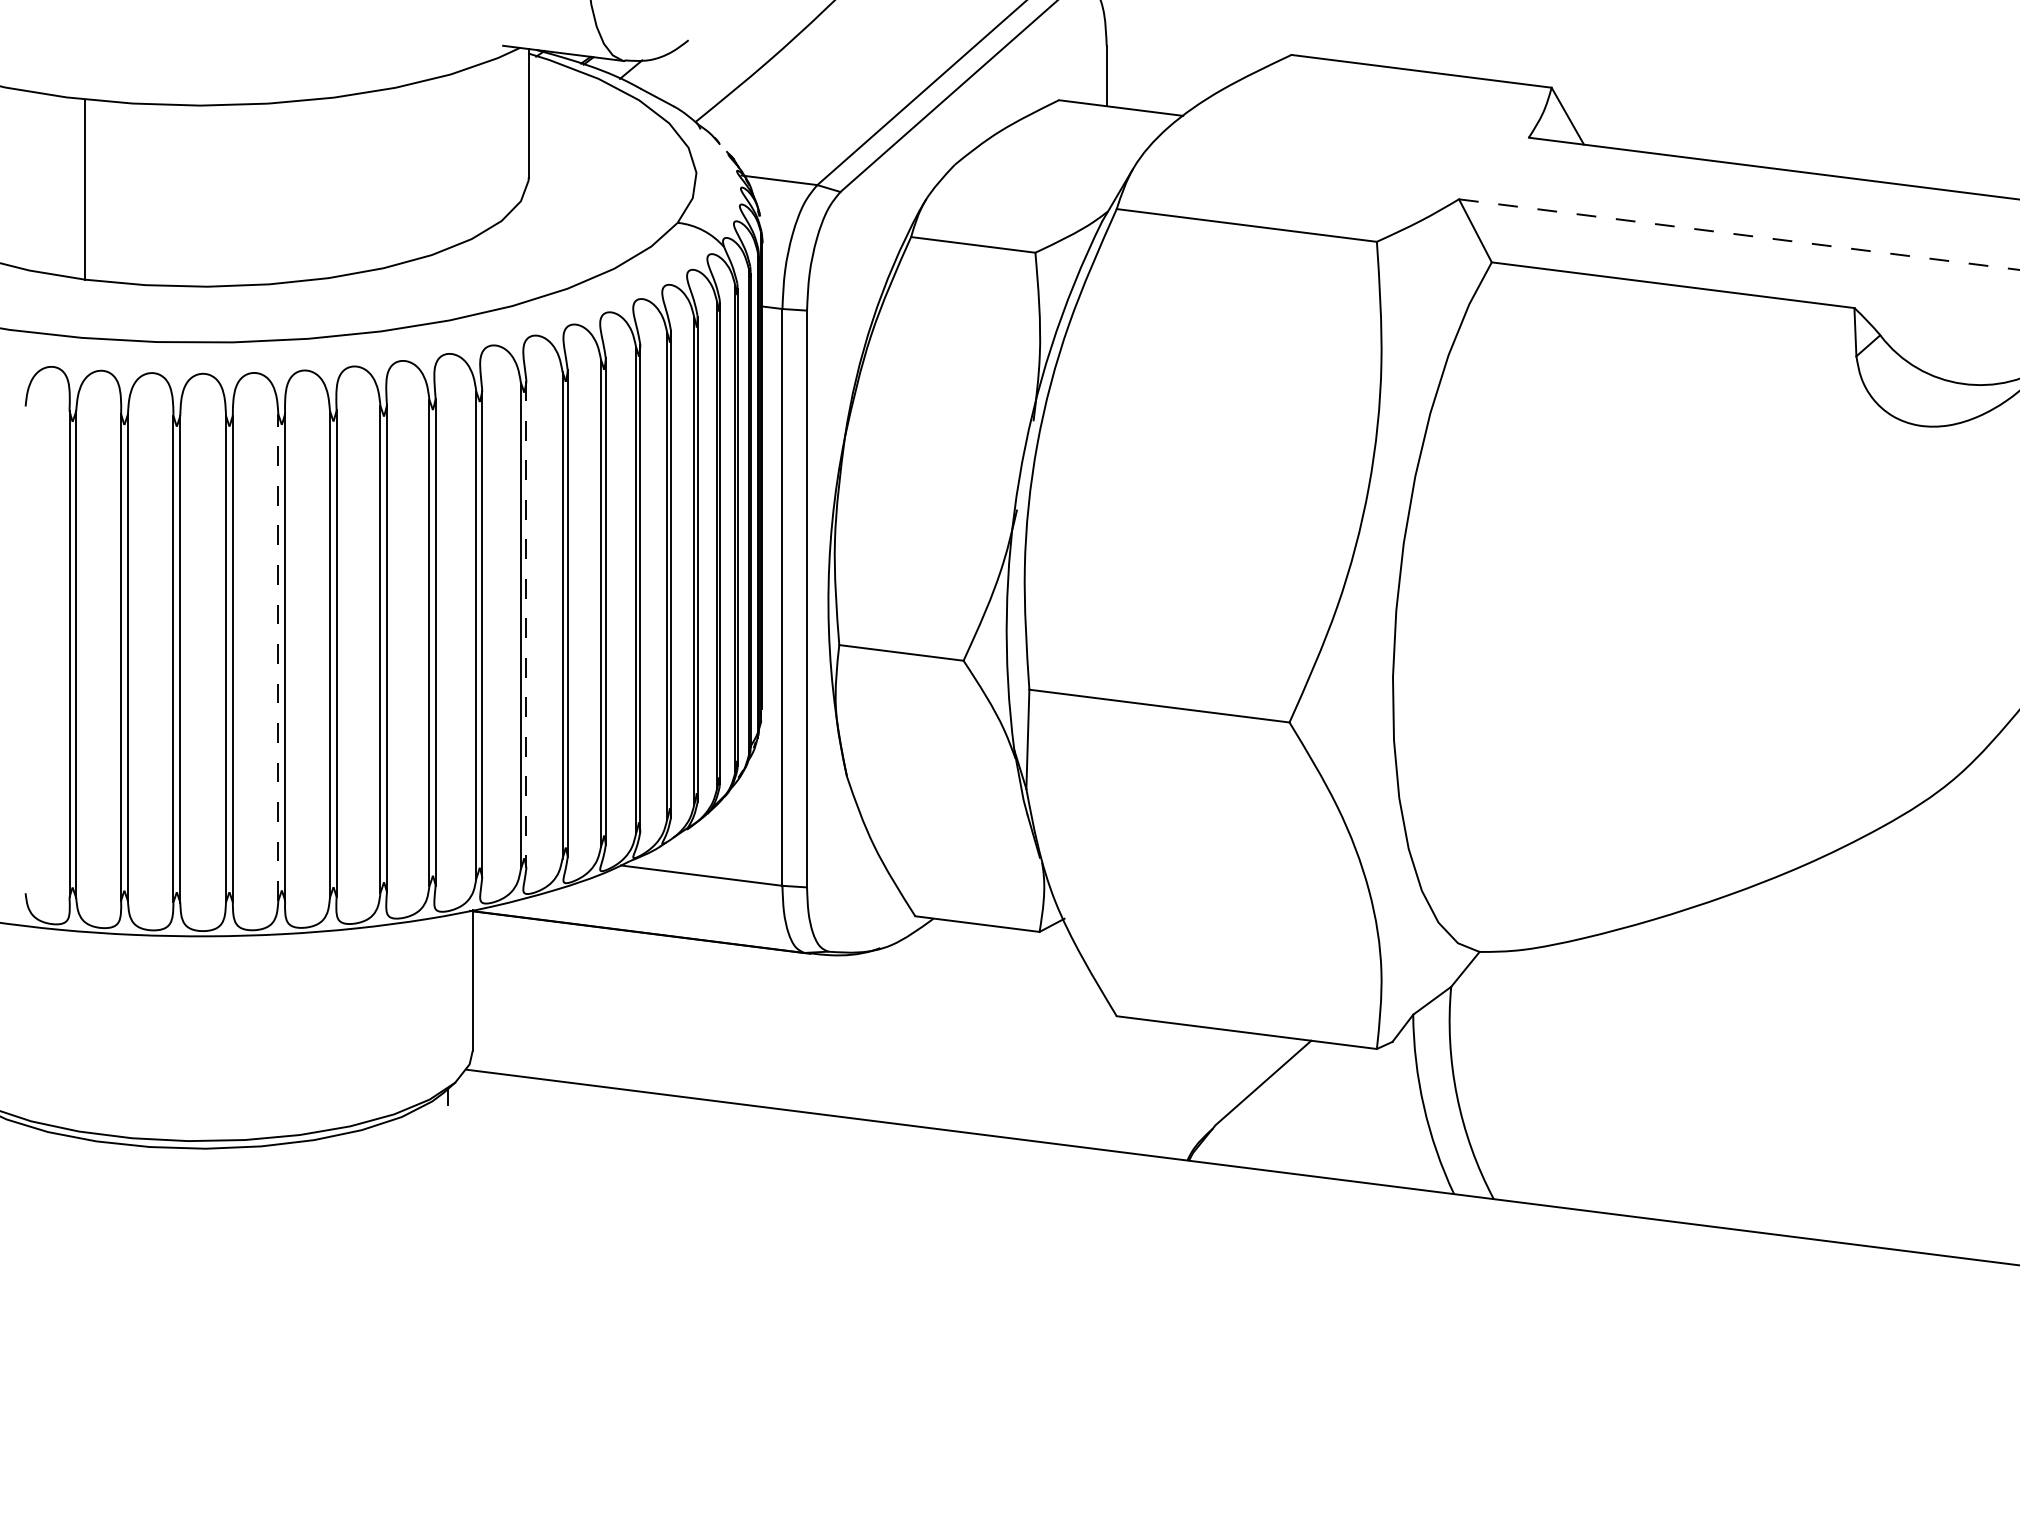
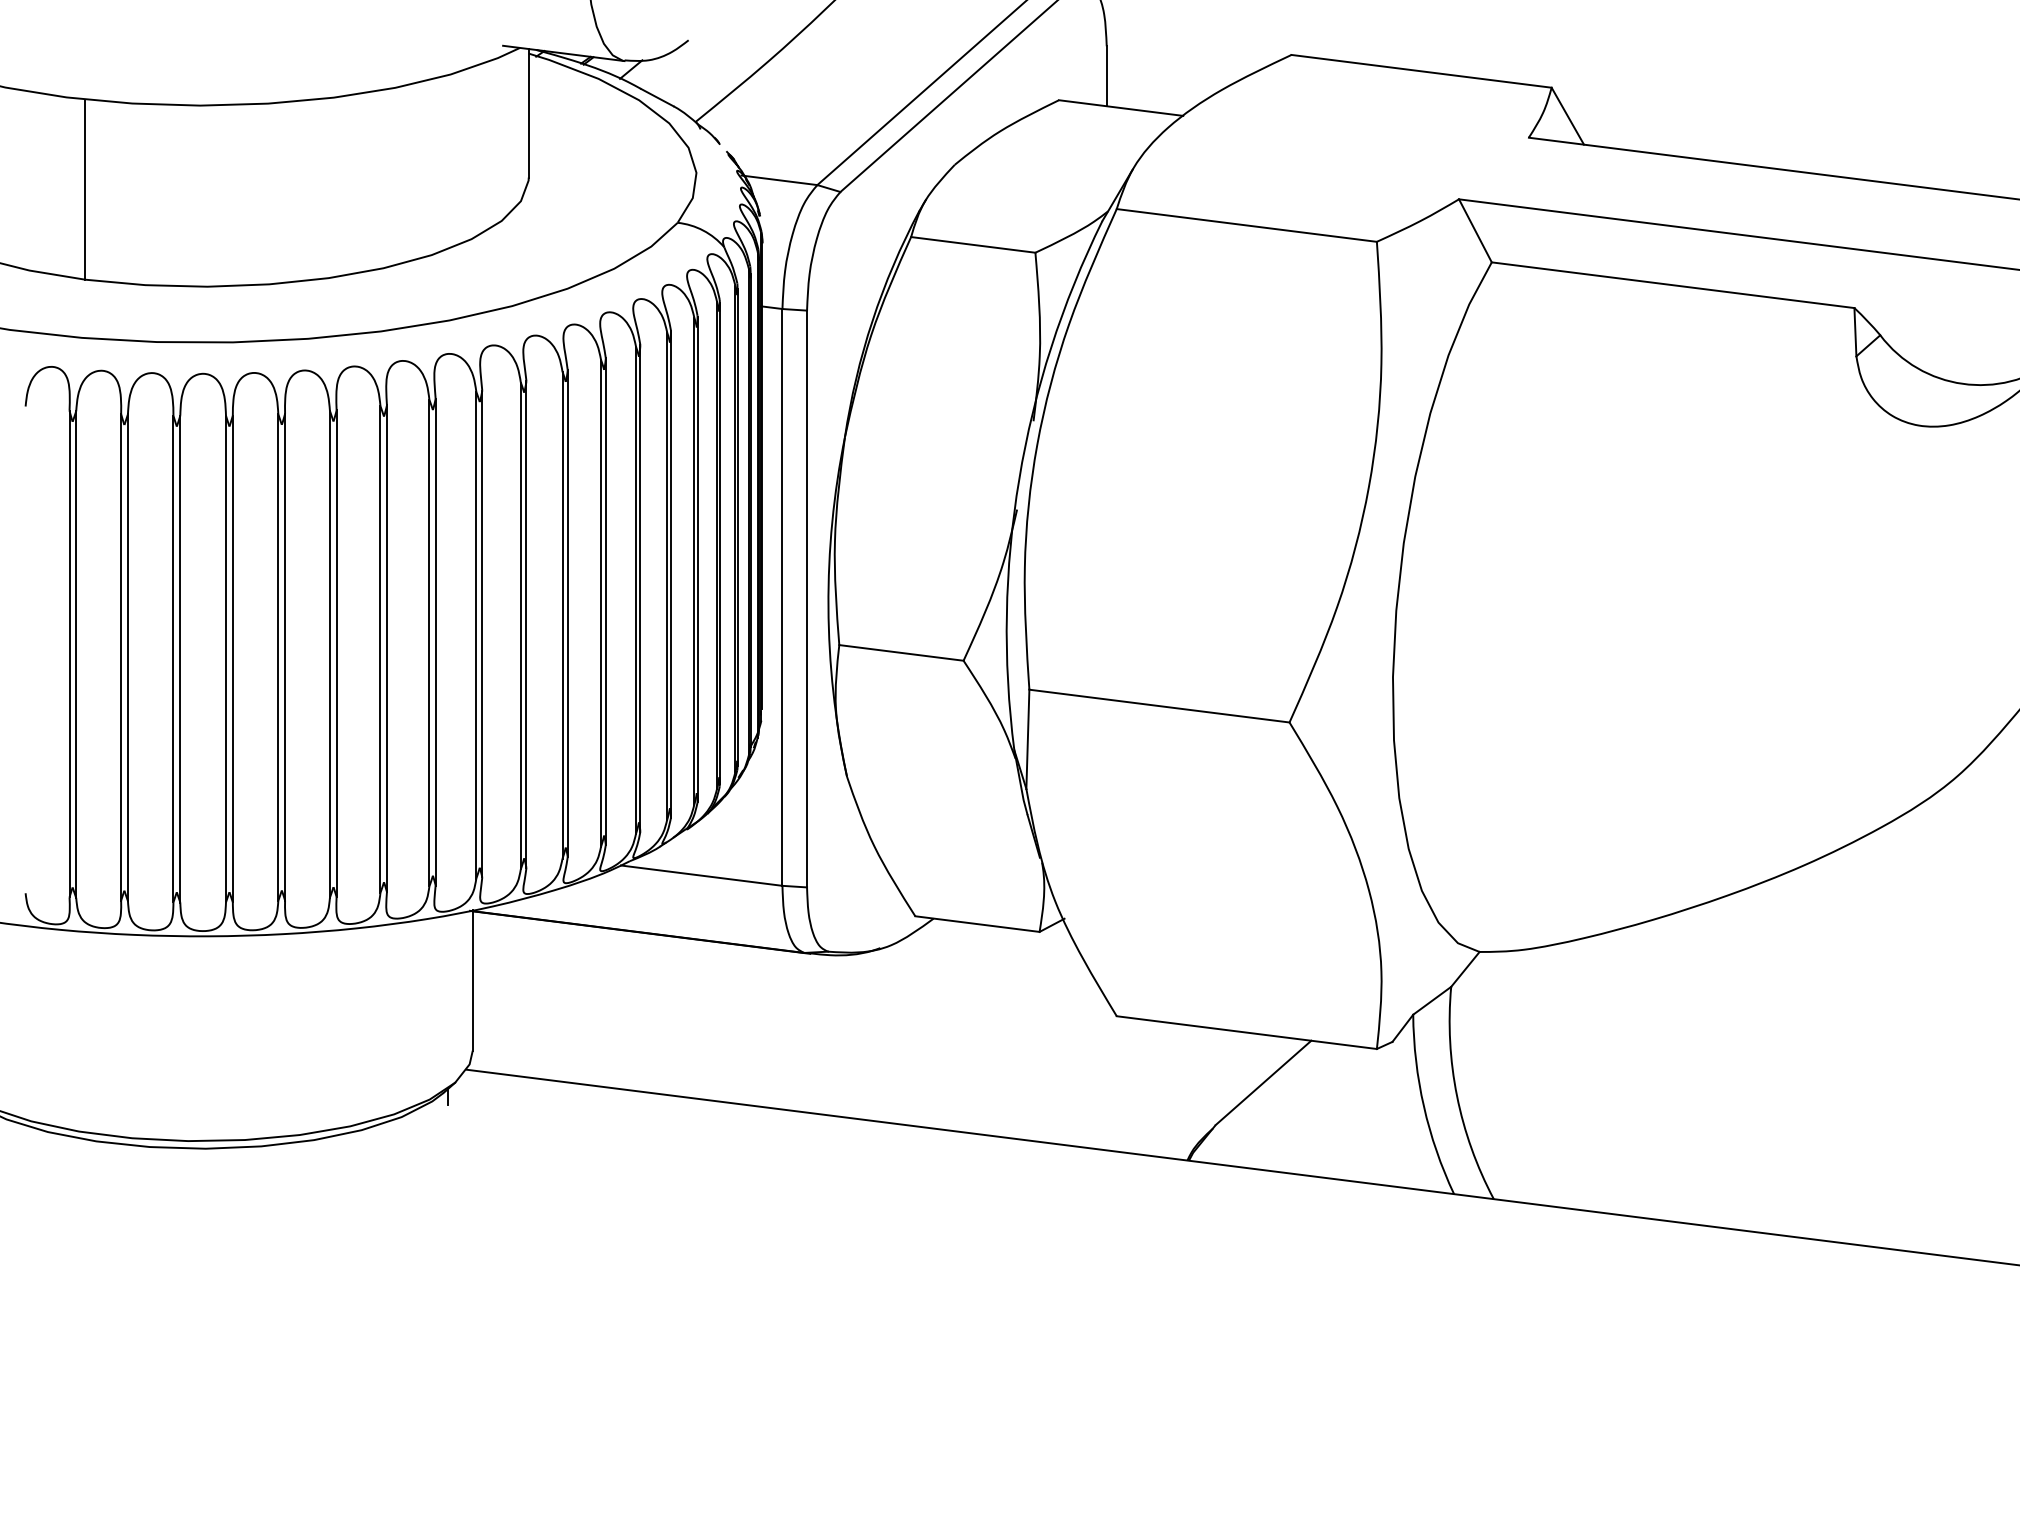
line at (1739, 234): dashed -> solid
line at (526, 625): dashed -> solid
line at (278, 657): dashed -> solid
